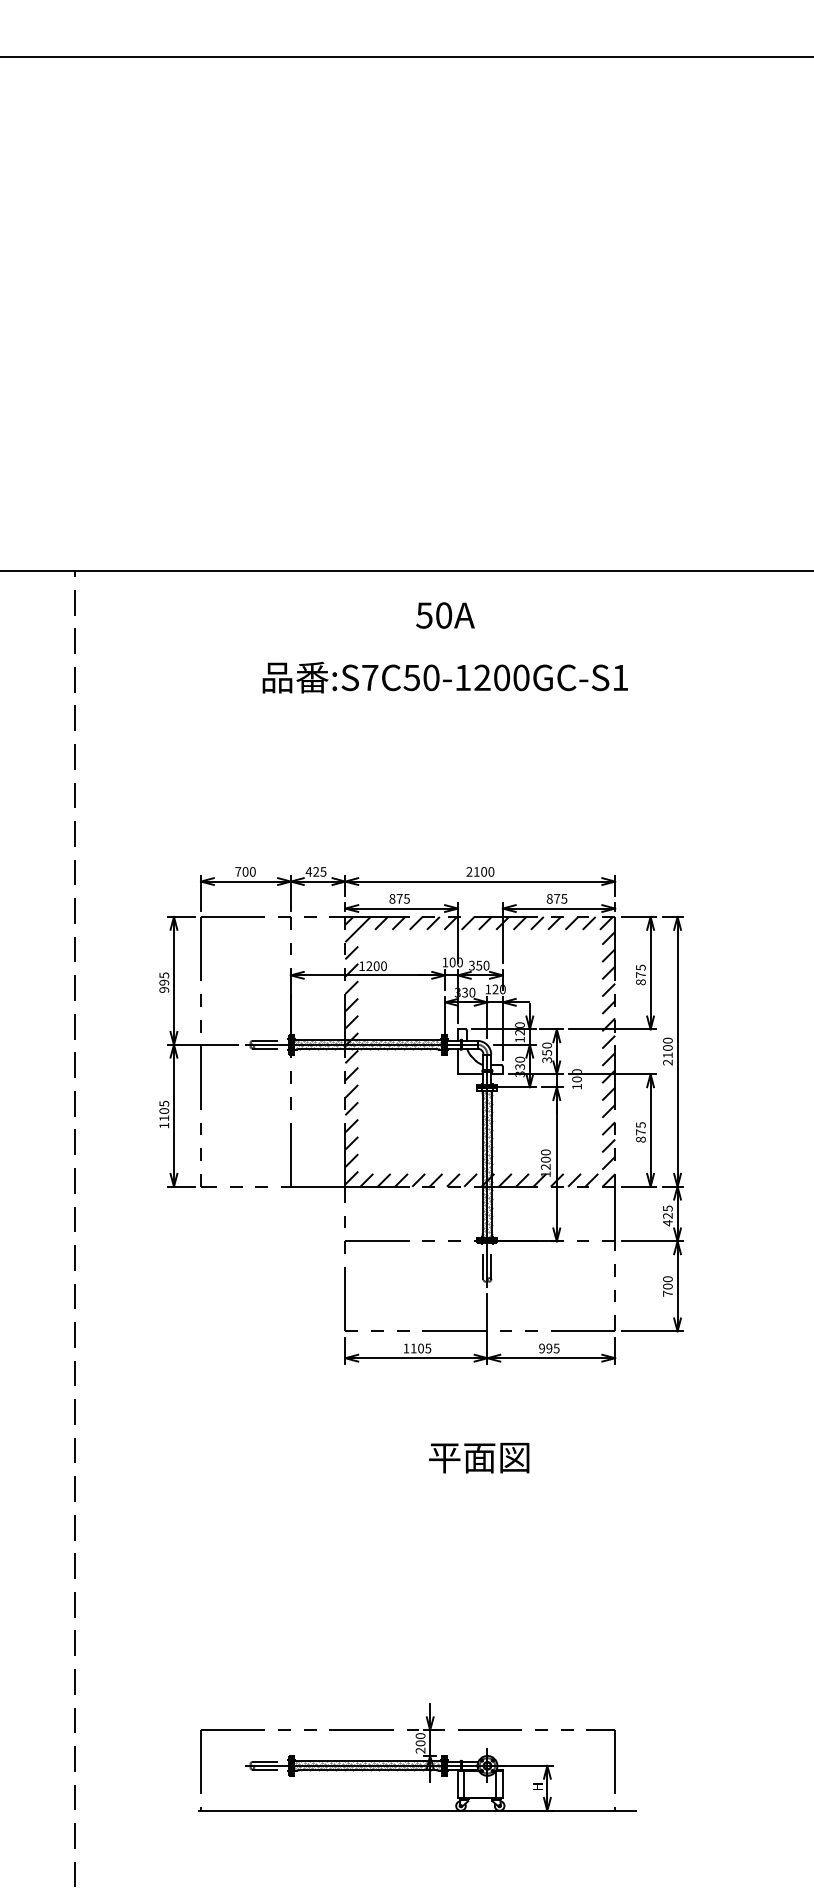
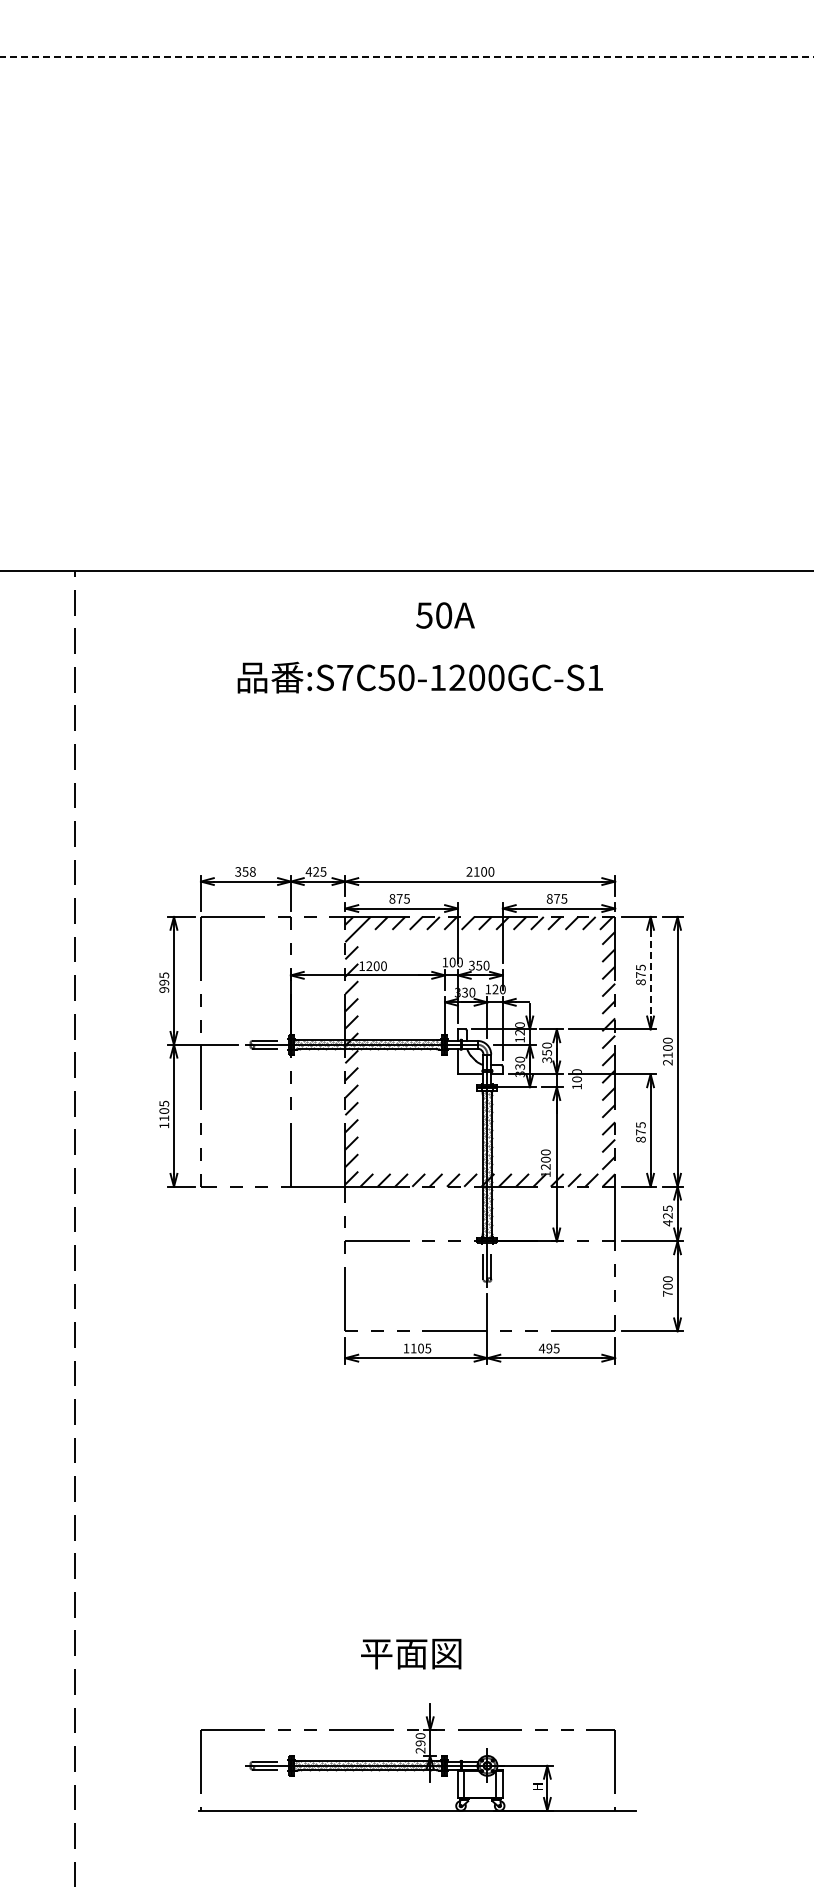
line at (406, 56): solid -> dashed
text at (444, 677) position: (444, 677) -> (419, 677)
text at (245, 871): 700 -> 358
line at (650, 973): solid -> dashed
text at (541, 1348): 995 -> 495
text at (479, 1457) position: (479, 1457) -> (411, 1653)
text at (420, 1743): 200 -> 290
